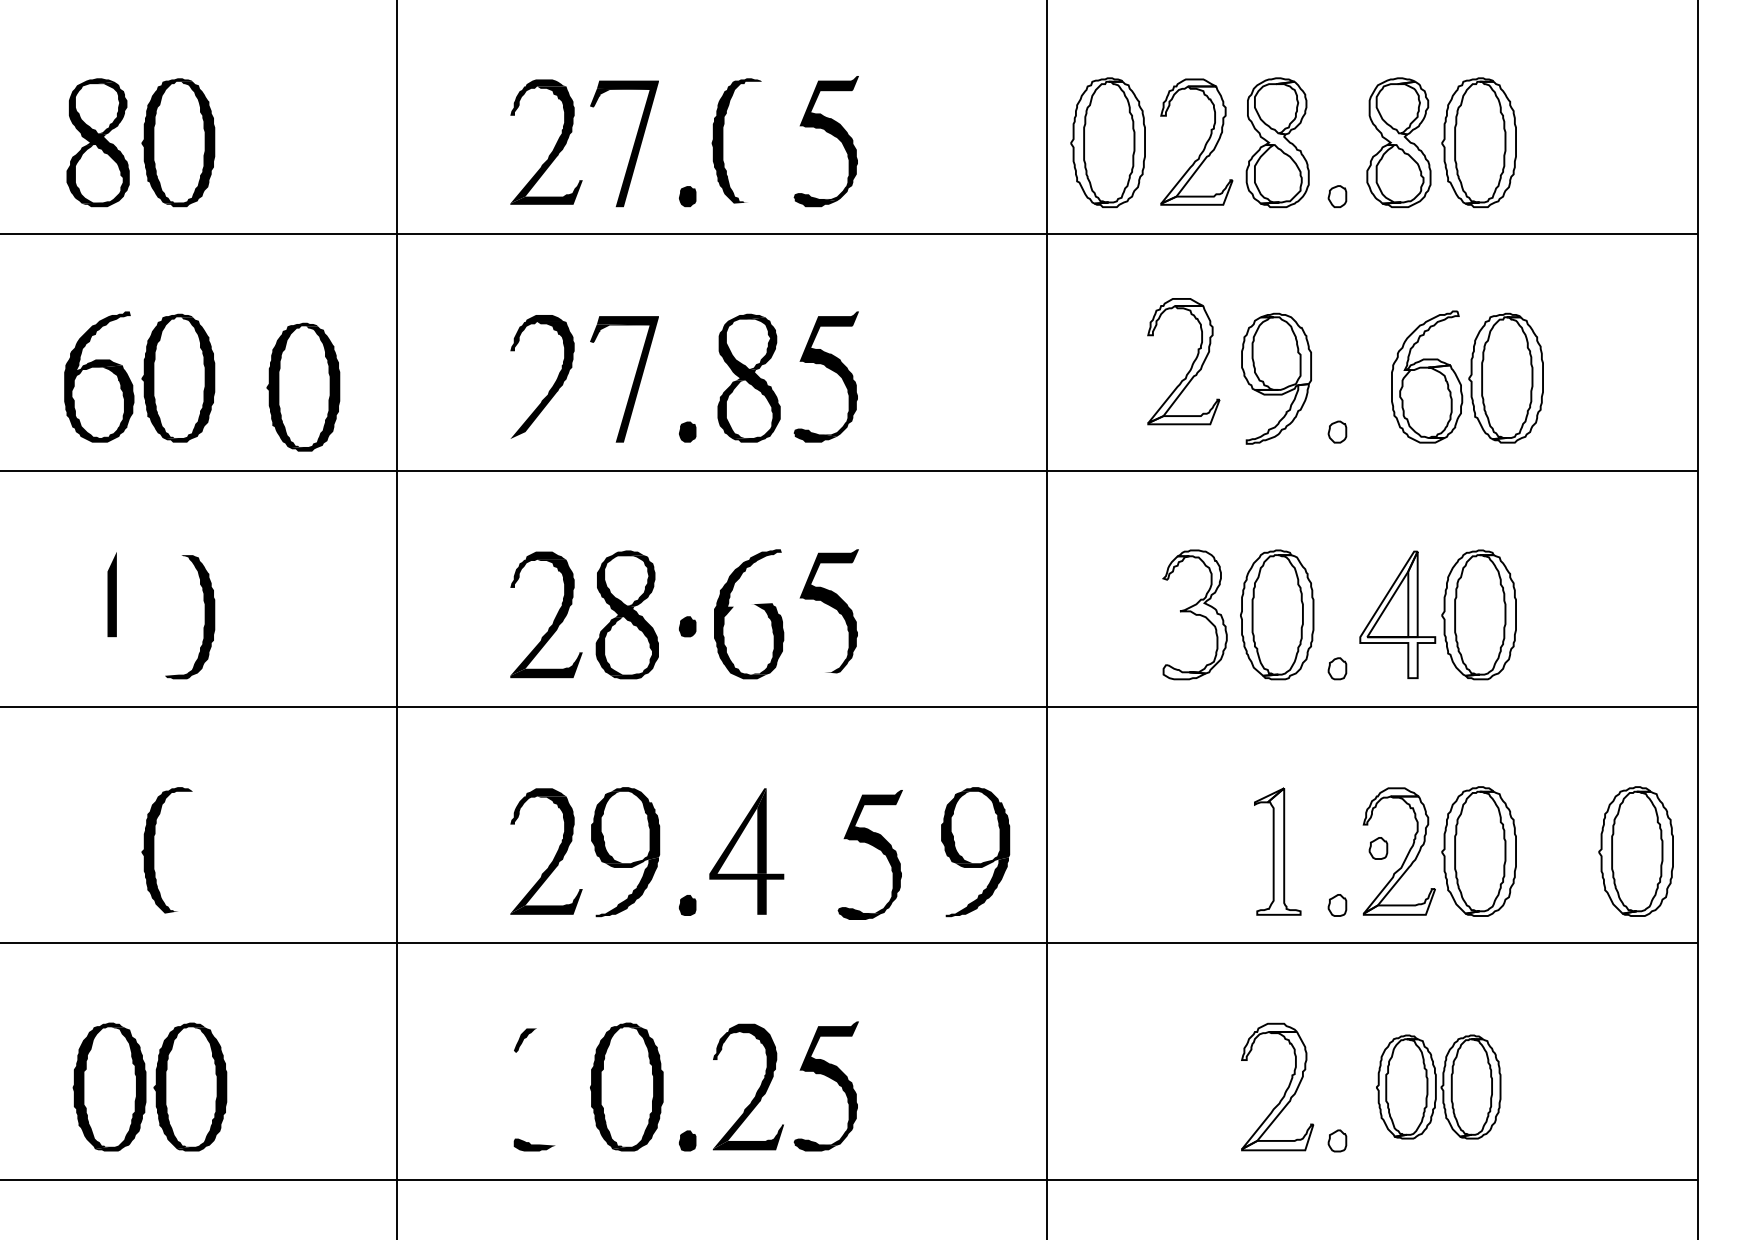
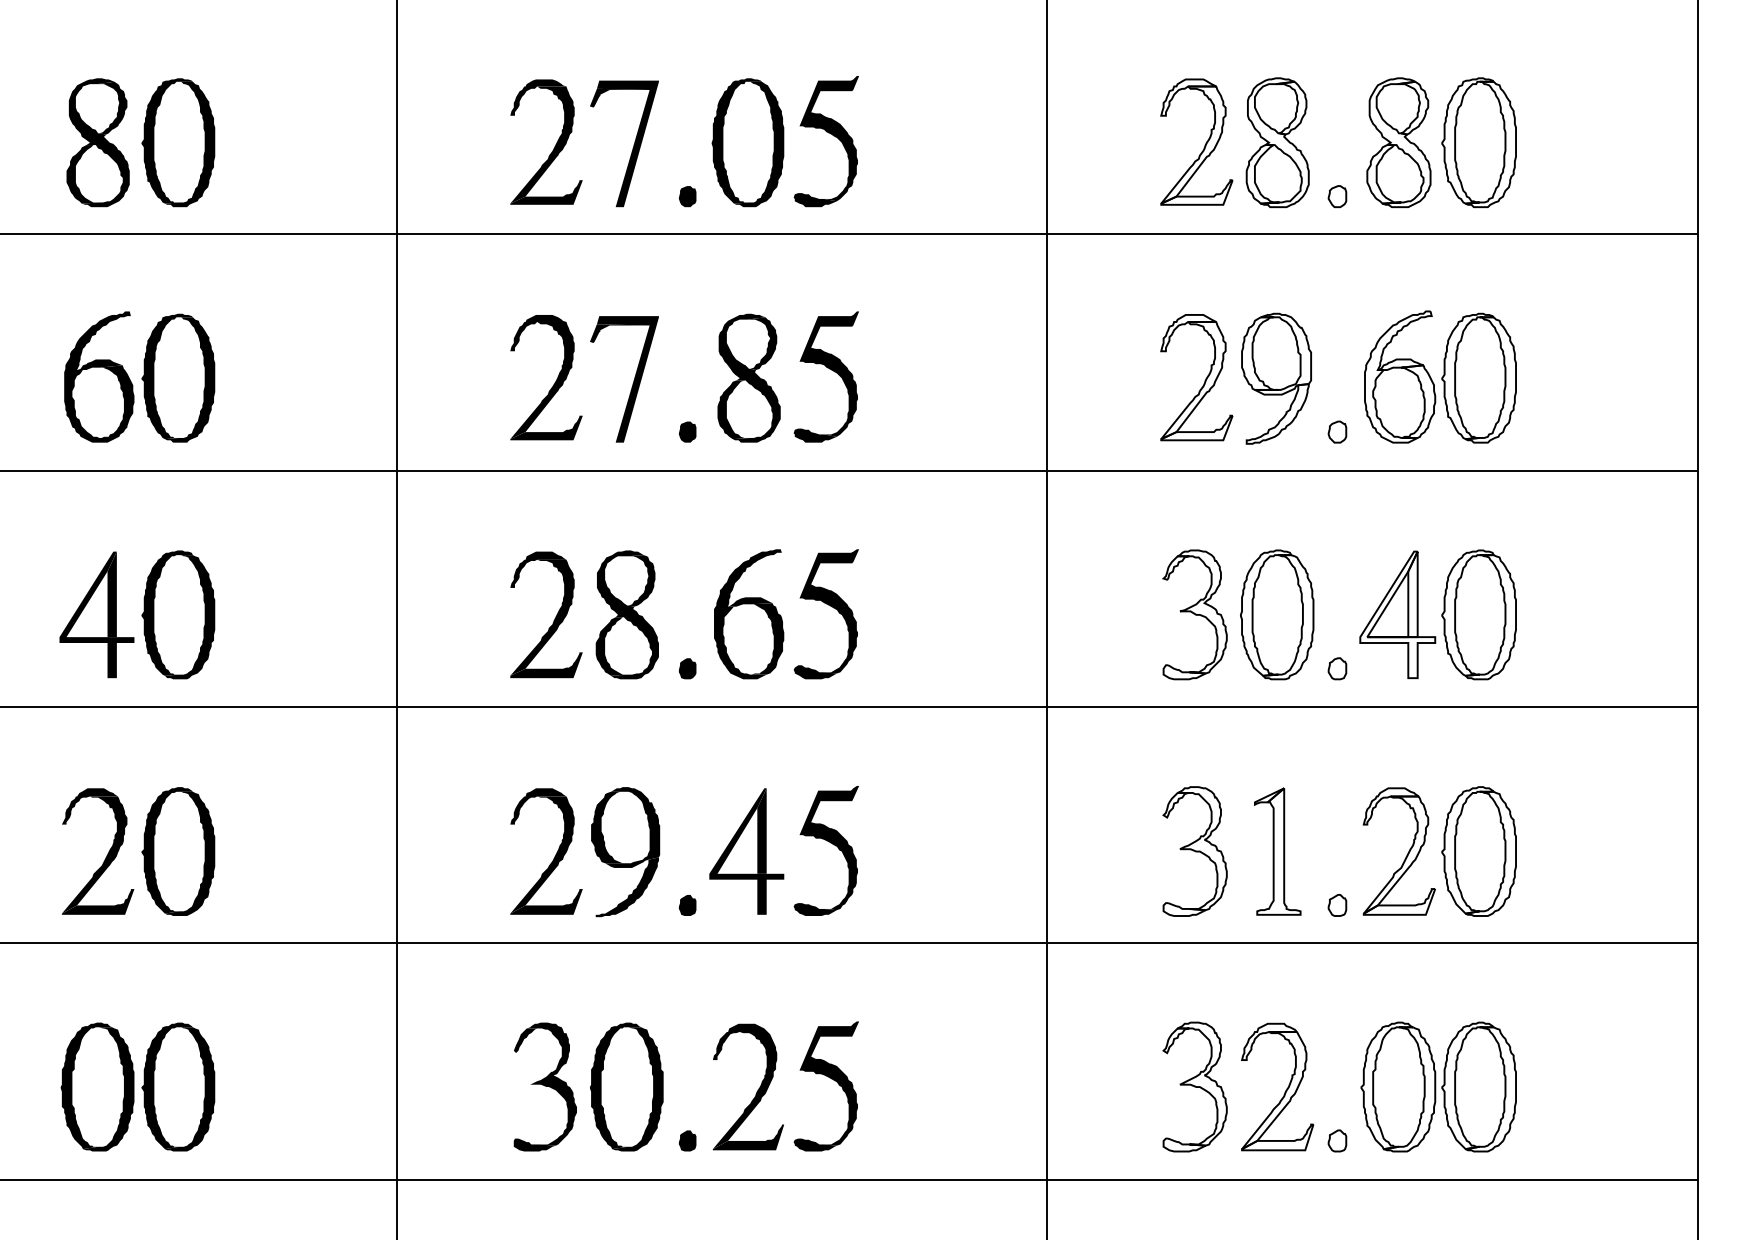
part at (1107, 142): present -> none
fill at (758, 144): none -> present
part at (1191, 364) position: (1191, 364) -> (1204, 380)
part at (1467, 376) position: (1467, 376) -> (1440, 376)
part at (303, 386): present -> none
fill at (546, 427): none -> present
fill at (750, 601): none -> present
fill at (166, 612): none -> present
fill at (96, 614): none -> present
part at (687, 626) position: (687, 626) -> (687, 668)
fill at (814, 672): none -> present
part at (874, 847) position: (874, 847) -> (830, 843)
part at (1378, 848): present -> none
part at (1194, 851): none -> present
part at (1635, 851): present -> none
part at (975, 852): present -> none
fill at (189, 853): none -> present
part at (106, 855): none -> present
fill at (551, 1083): none -> present
part at (149, 1086) position: (149, 1086) -> (137, 1086)
part at (1194, 1086): none -> present
part at (1438, 1086) size: 126x106 px -> 157x132 px
